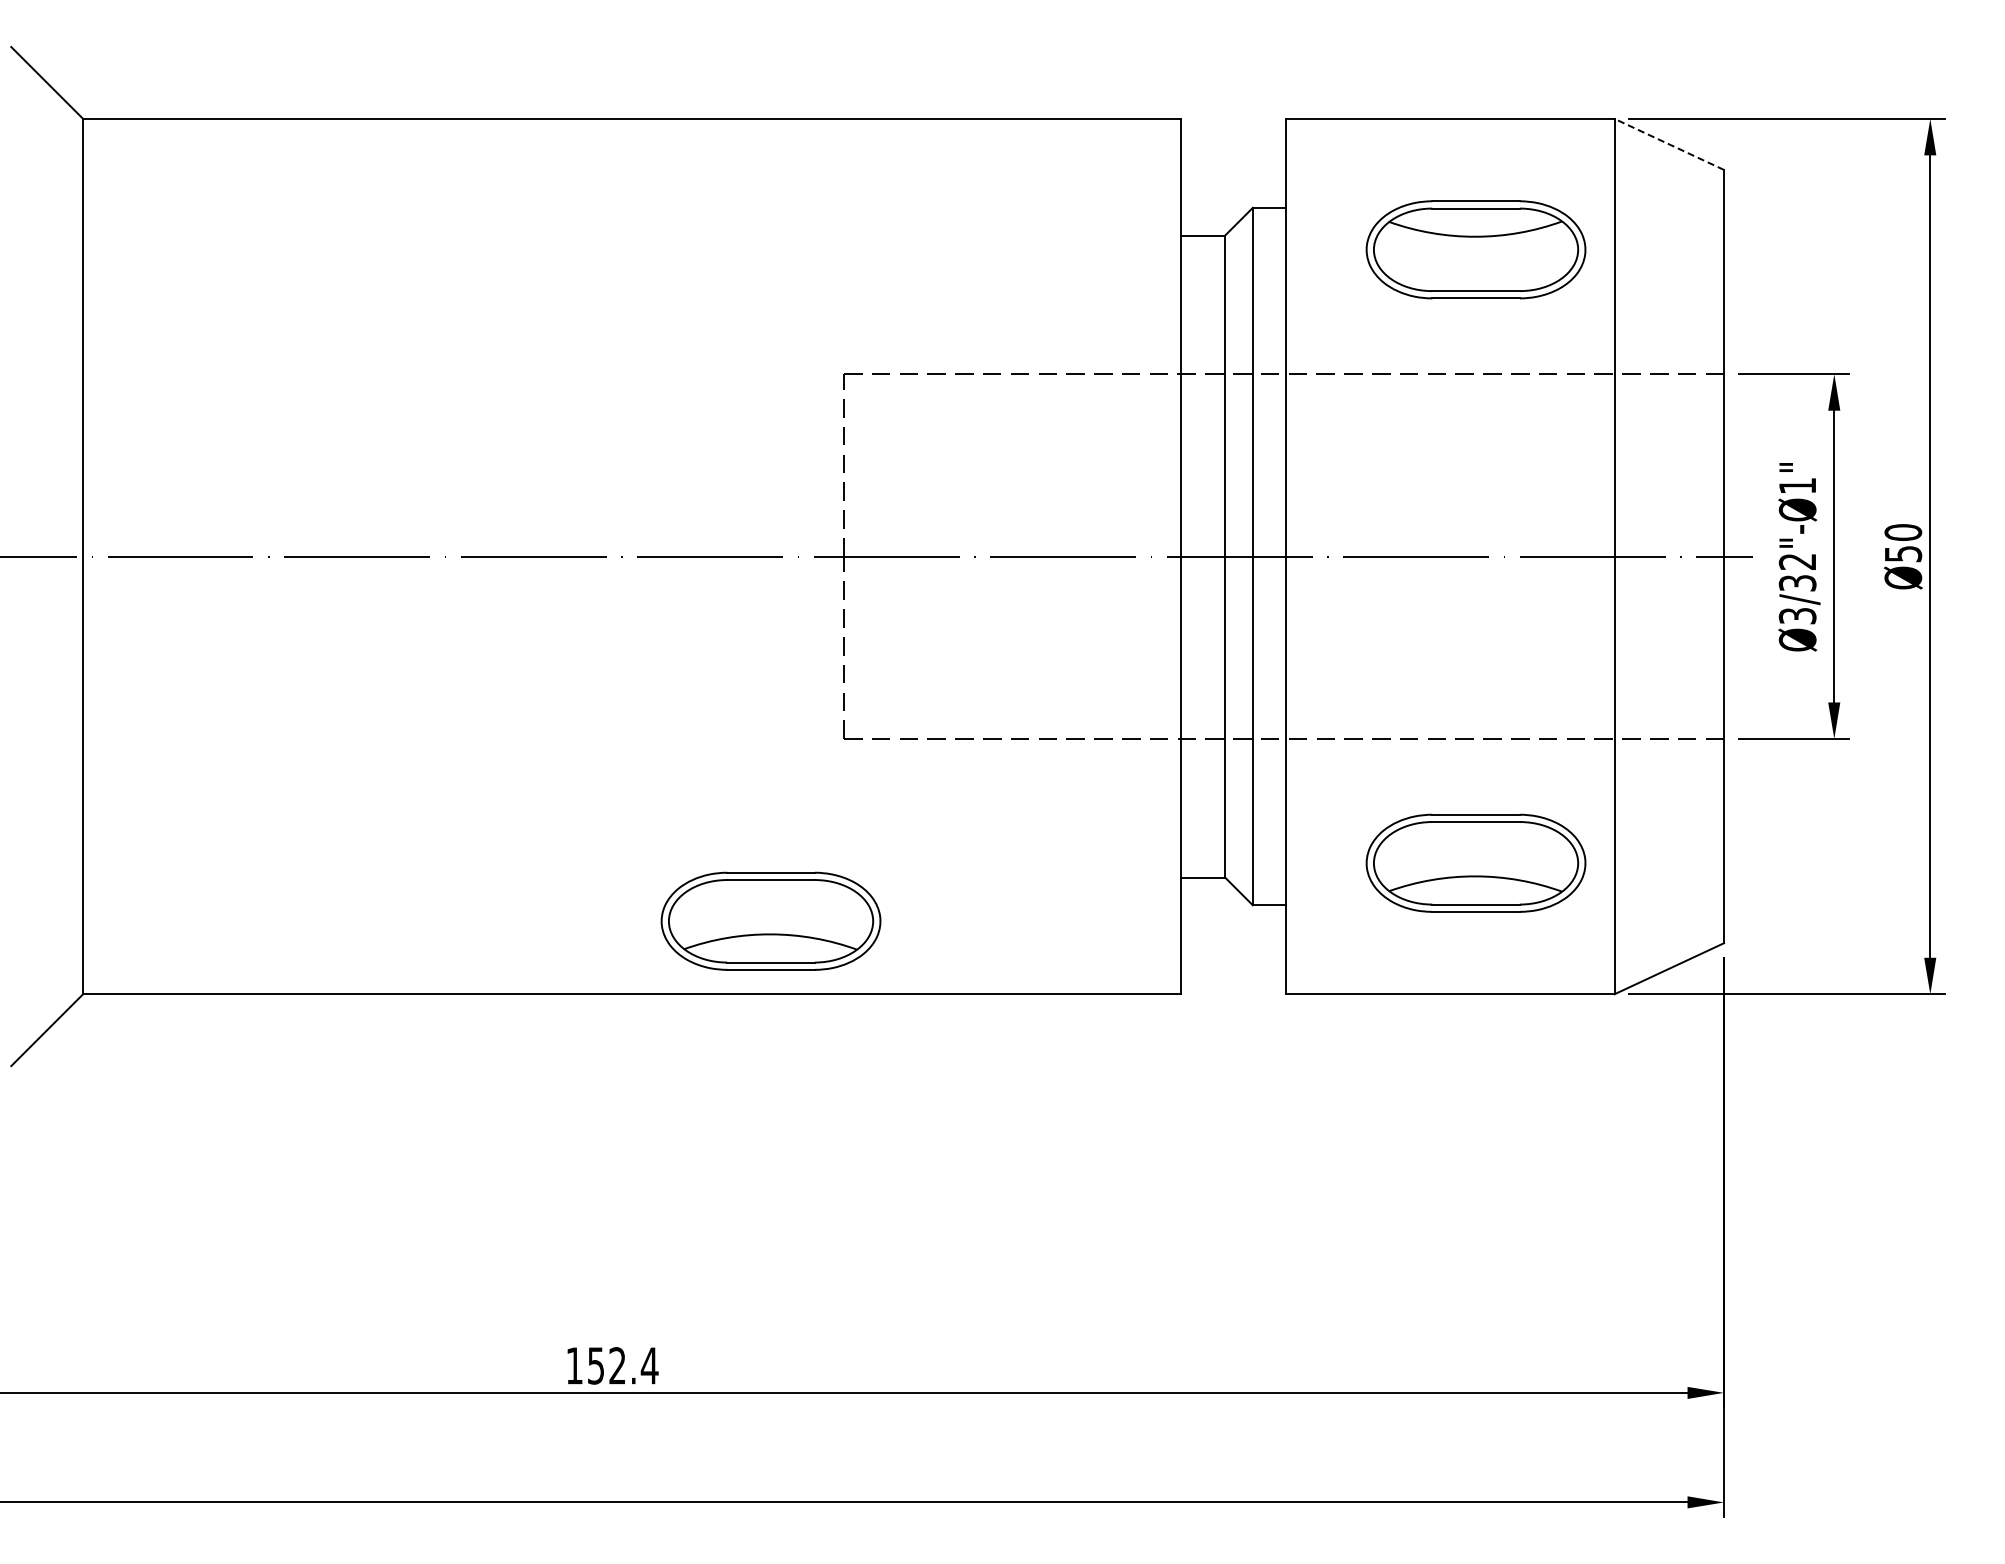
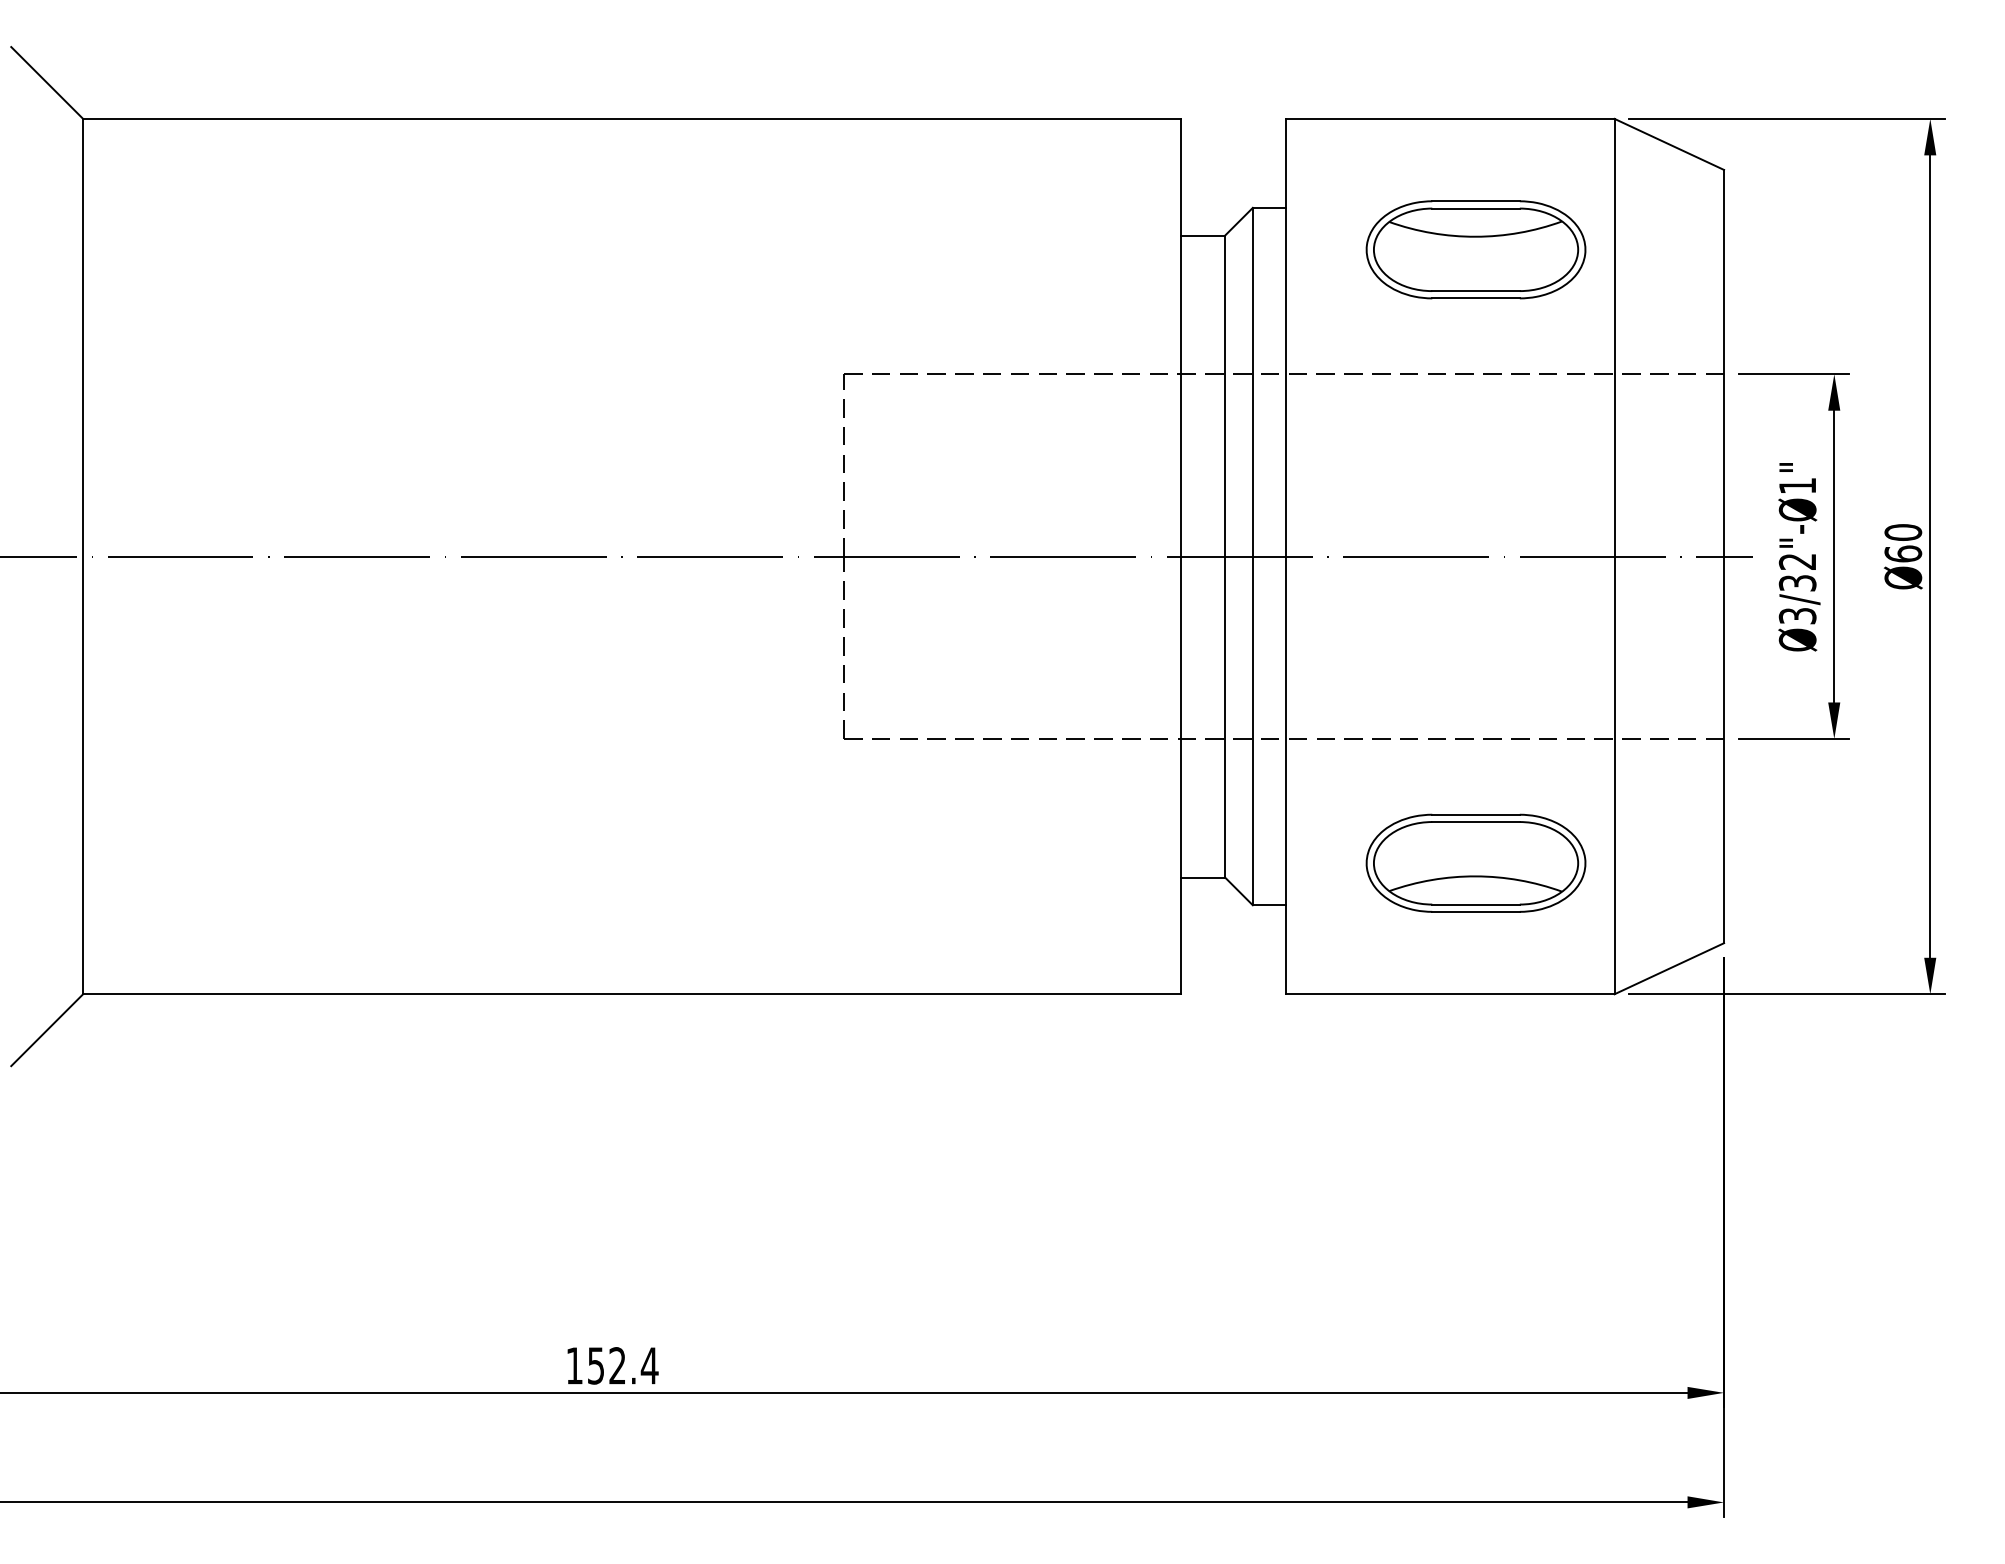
line at (1668, 144): dashed -> solid
text at (1903, 553): Ø50 -> Ø60
part at (770, 920): present -> none
